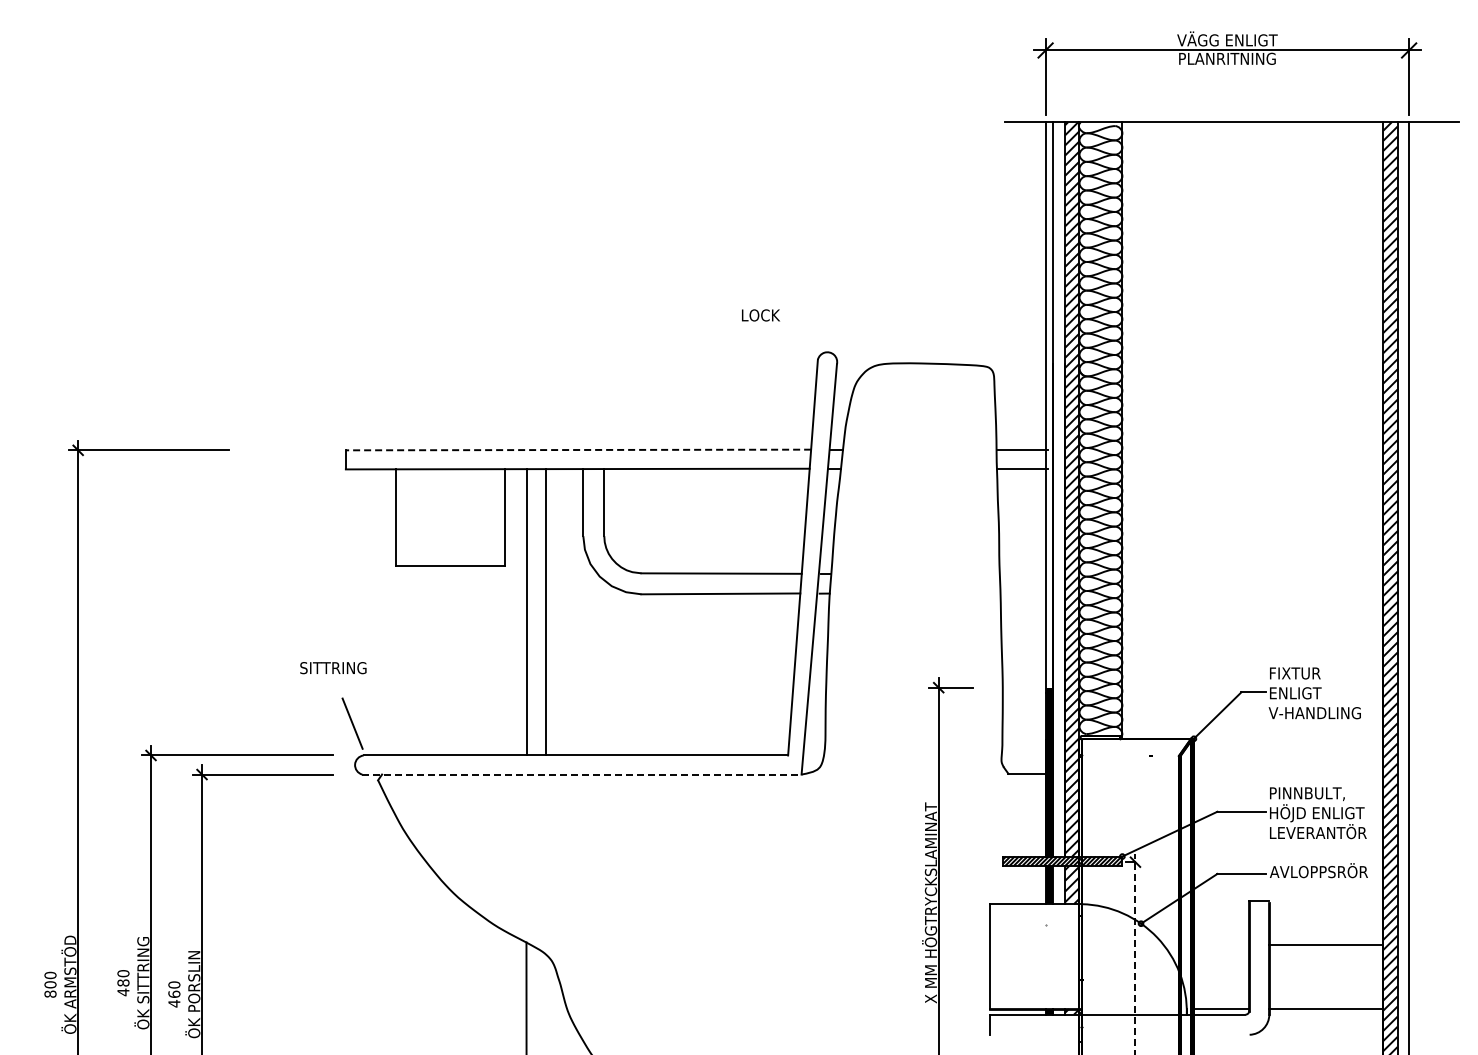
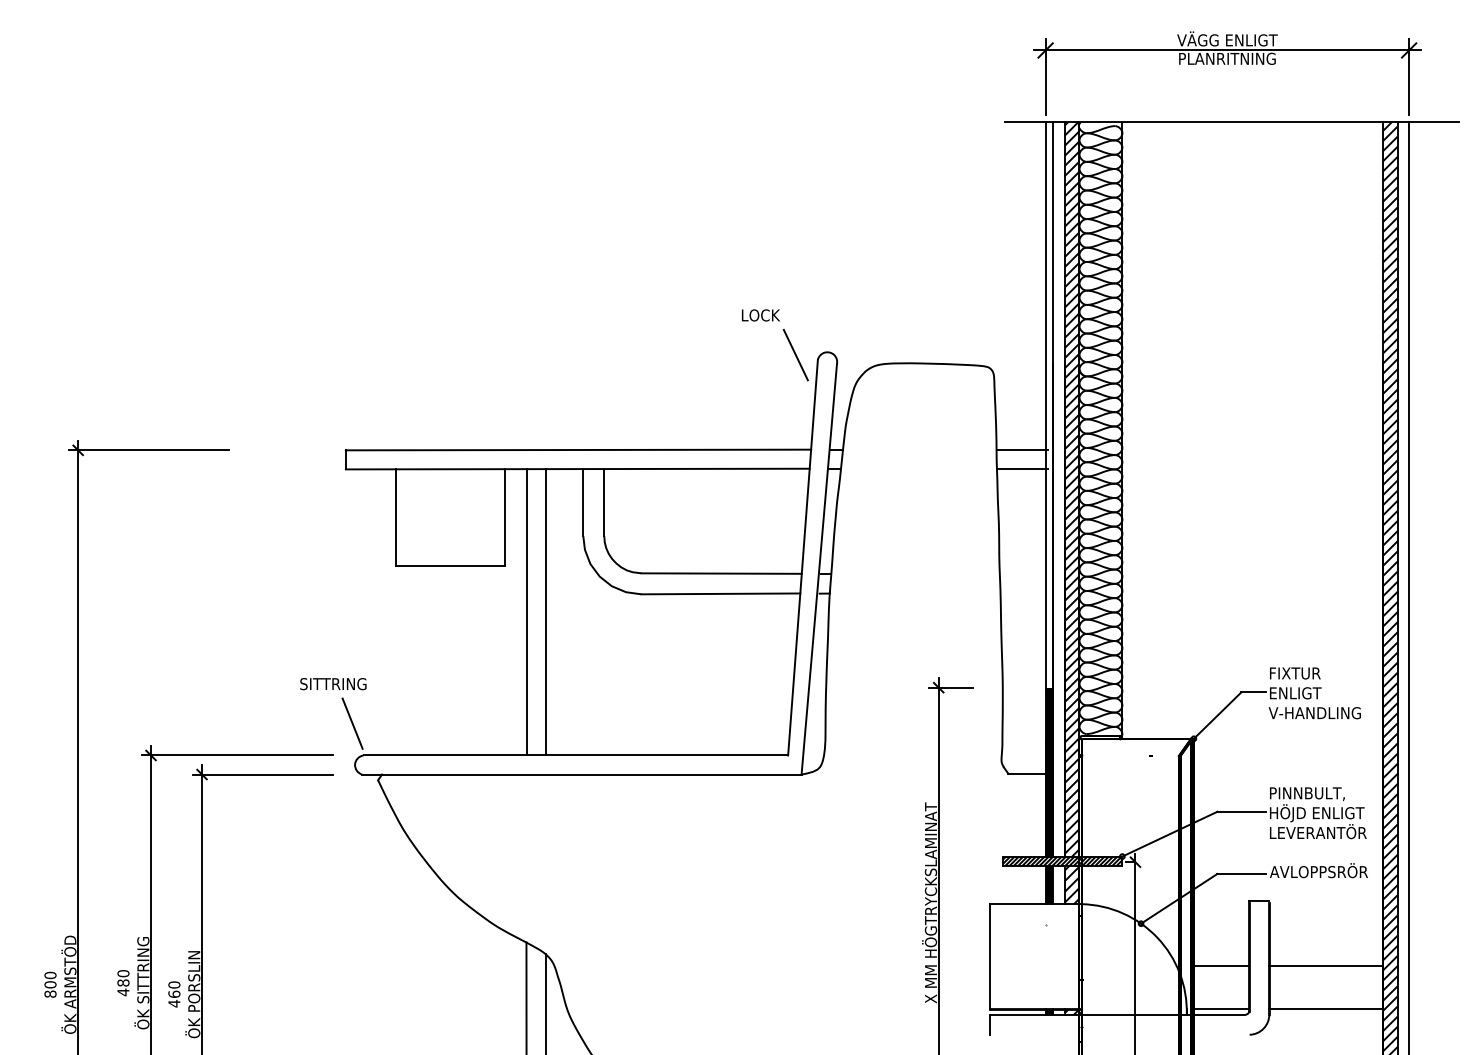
line at (795, 354): none -> present
line at (578, 450): dashed -> solid
text at (333, 668) position: (333, 668) -> (333, 684)
line at (581, 774): dashed -> solid
line at (1326, 945) position: (1326, 945) -> (1326, 966)
line at (1135, 954): dashed -> solid
line at (1221, 966): none -> present
line at (545, 1002): none -> present
